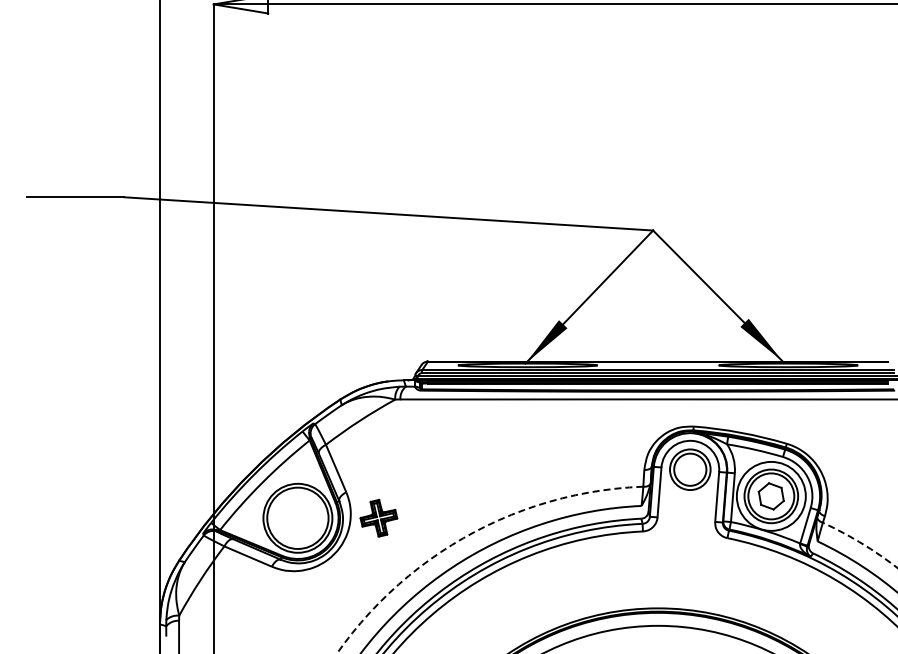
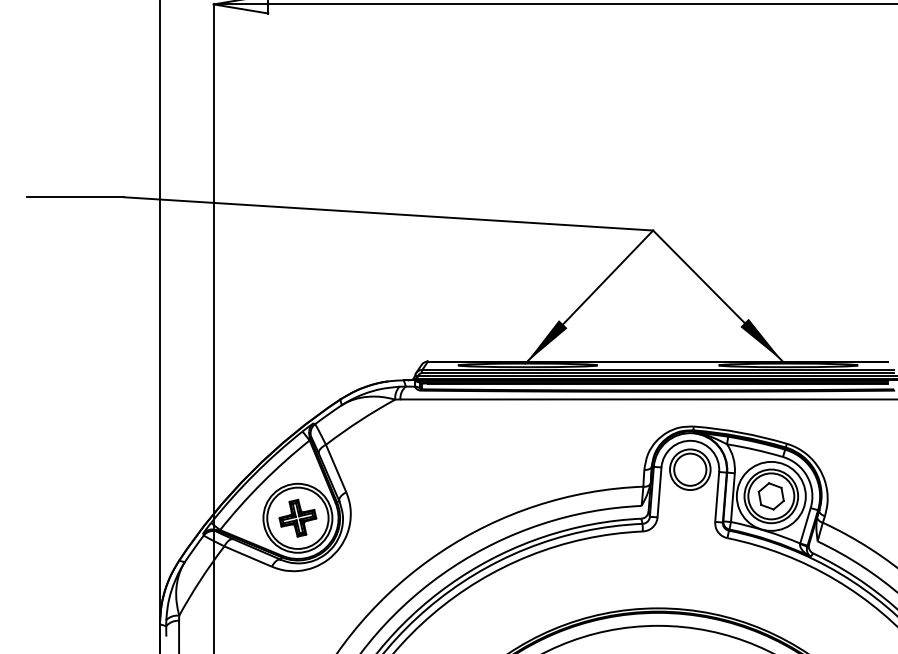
part at (378, 518) position: (378, 518) -> (297, 518)
arc at (469, 534): dashed -> solid
arc at (861, 543): dashed -> solid
